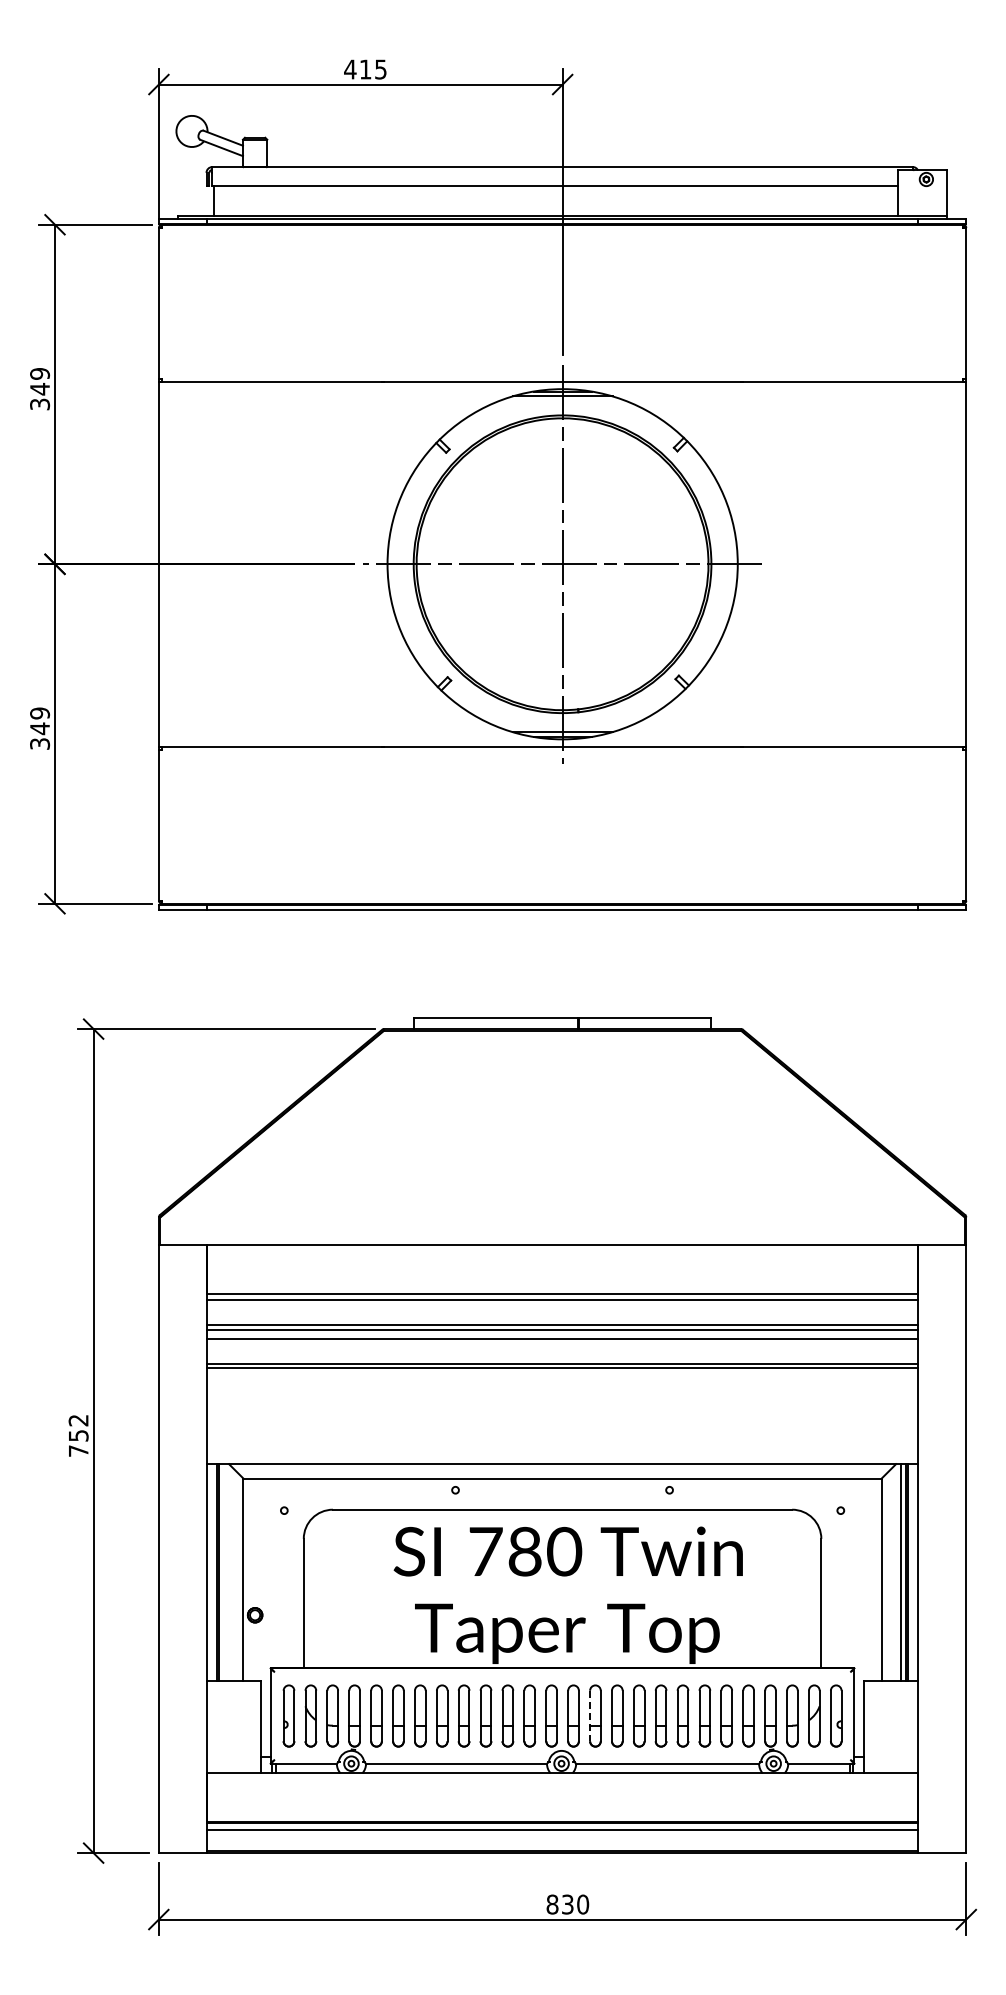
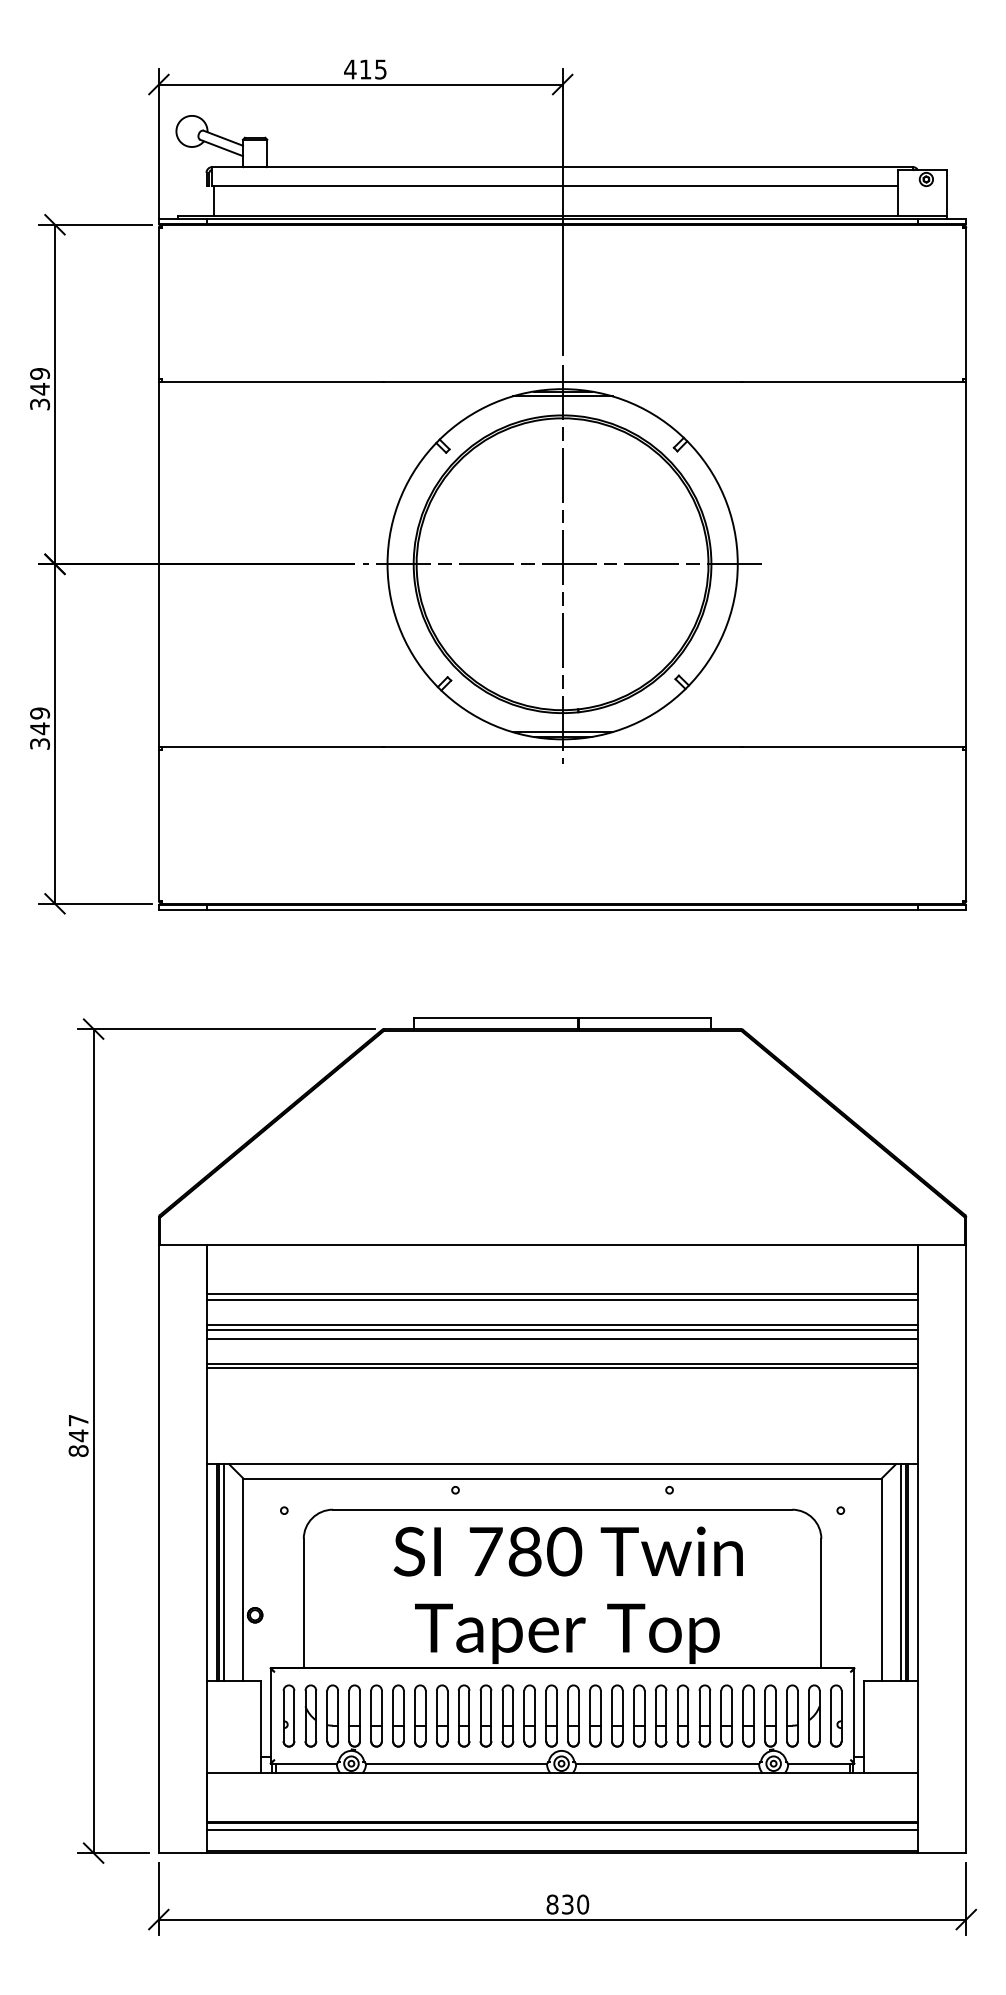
text at (78, 1435): 752 -> 847
line at (224, 1572): none -> present
line at (590, 1716): dashed -> solid
